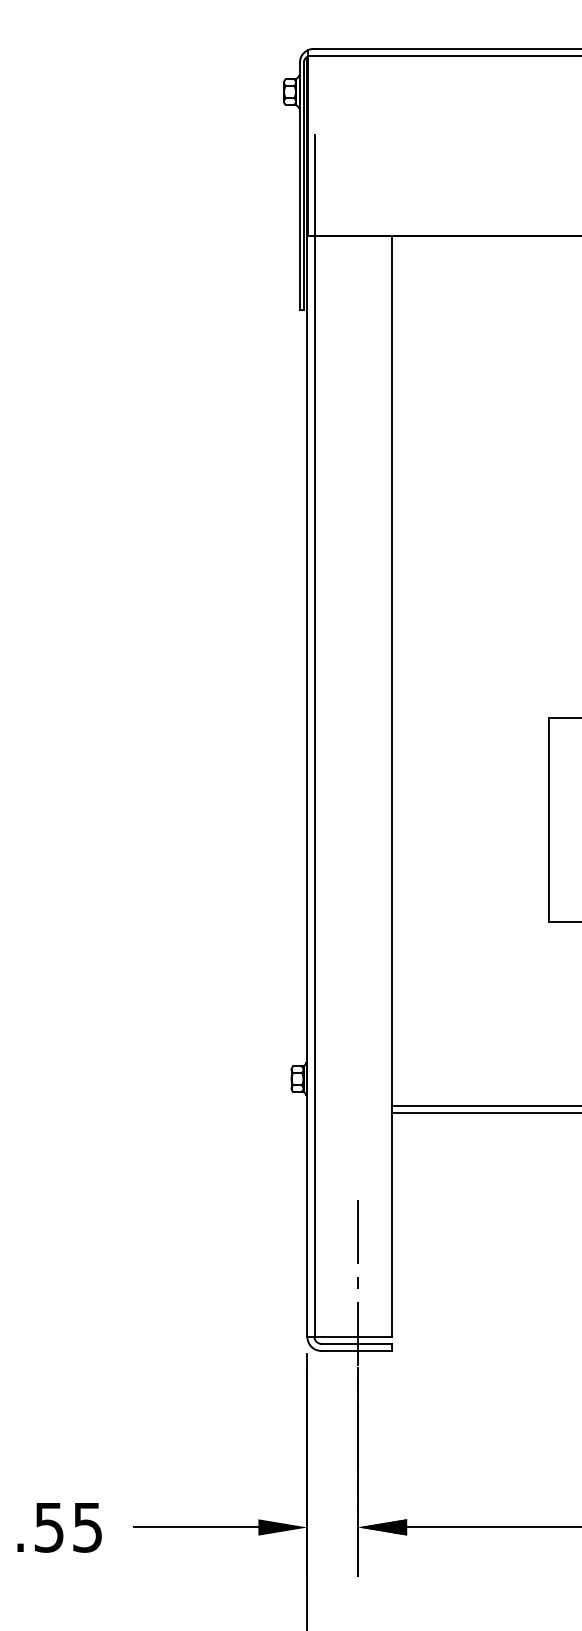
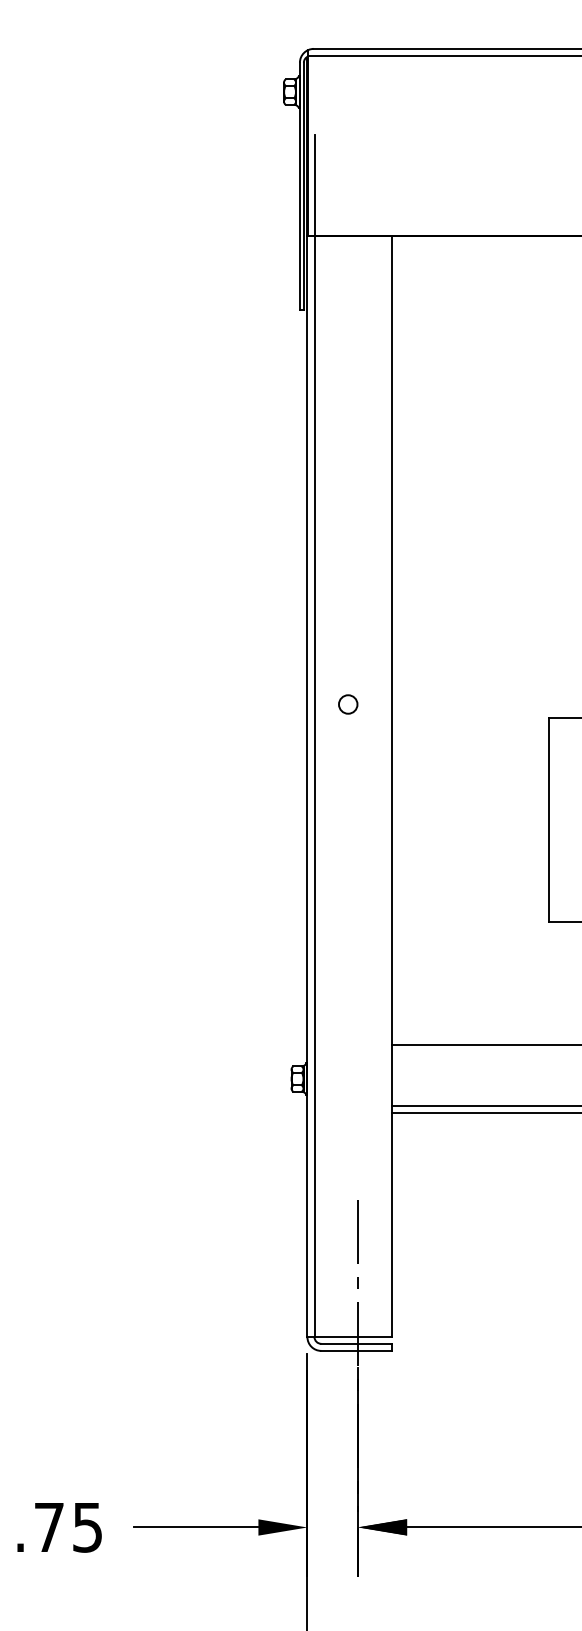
circle at (348, 704): none -> present
line at (485, 1044): none -> present
text at (48, 1527): .55 -> .75
